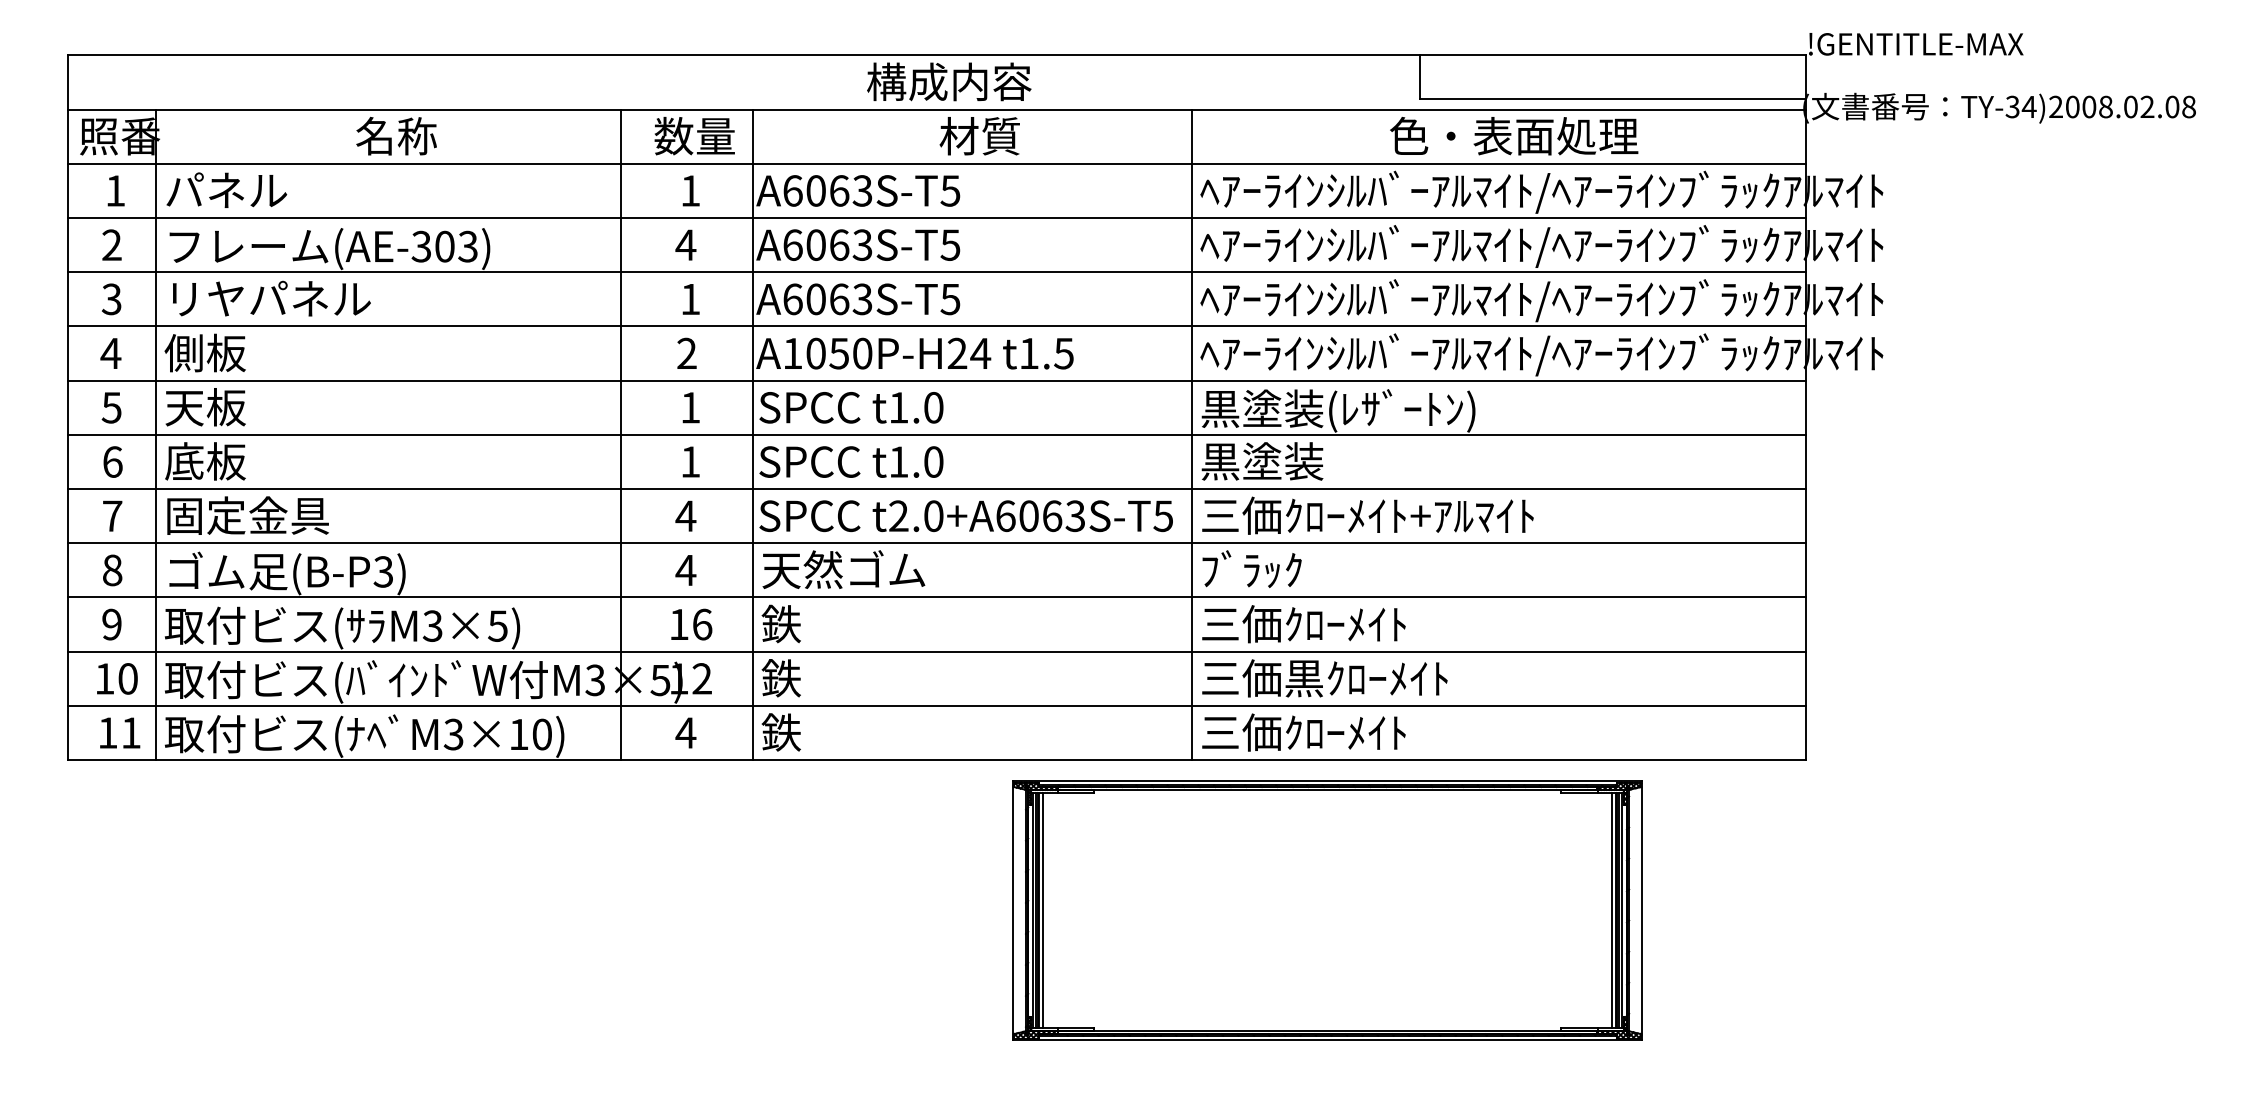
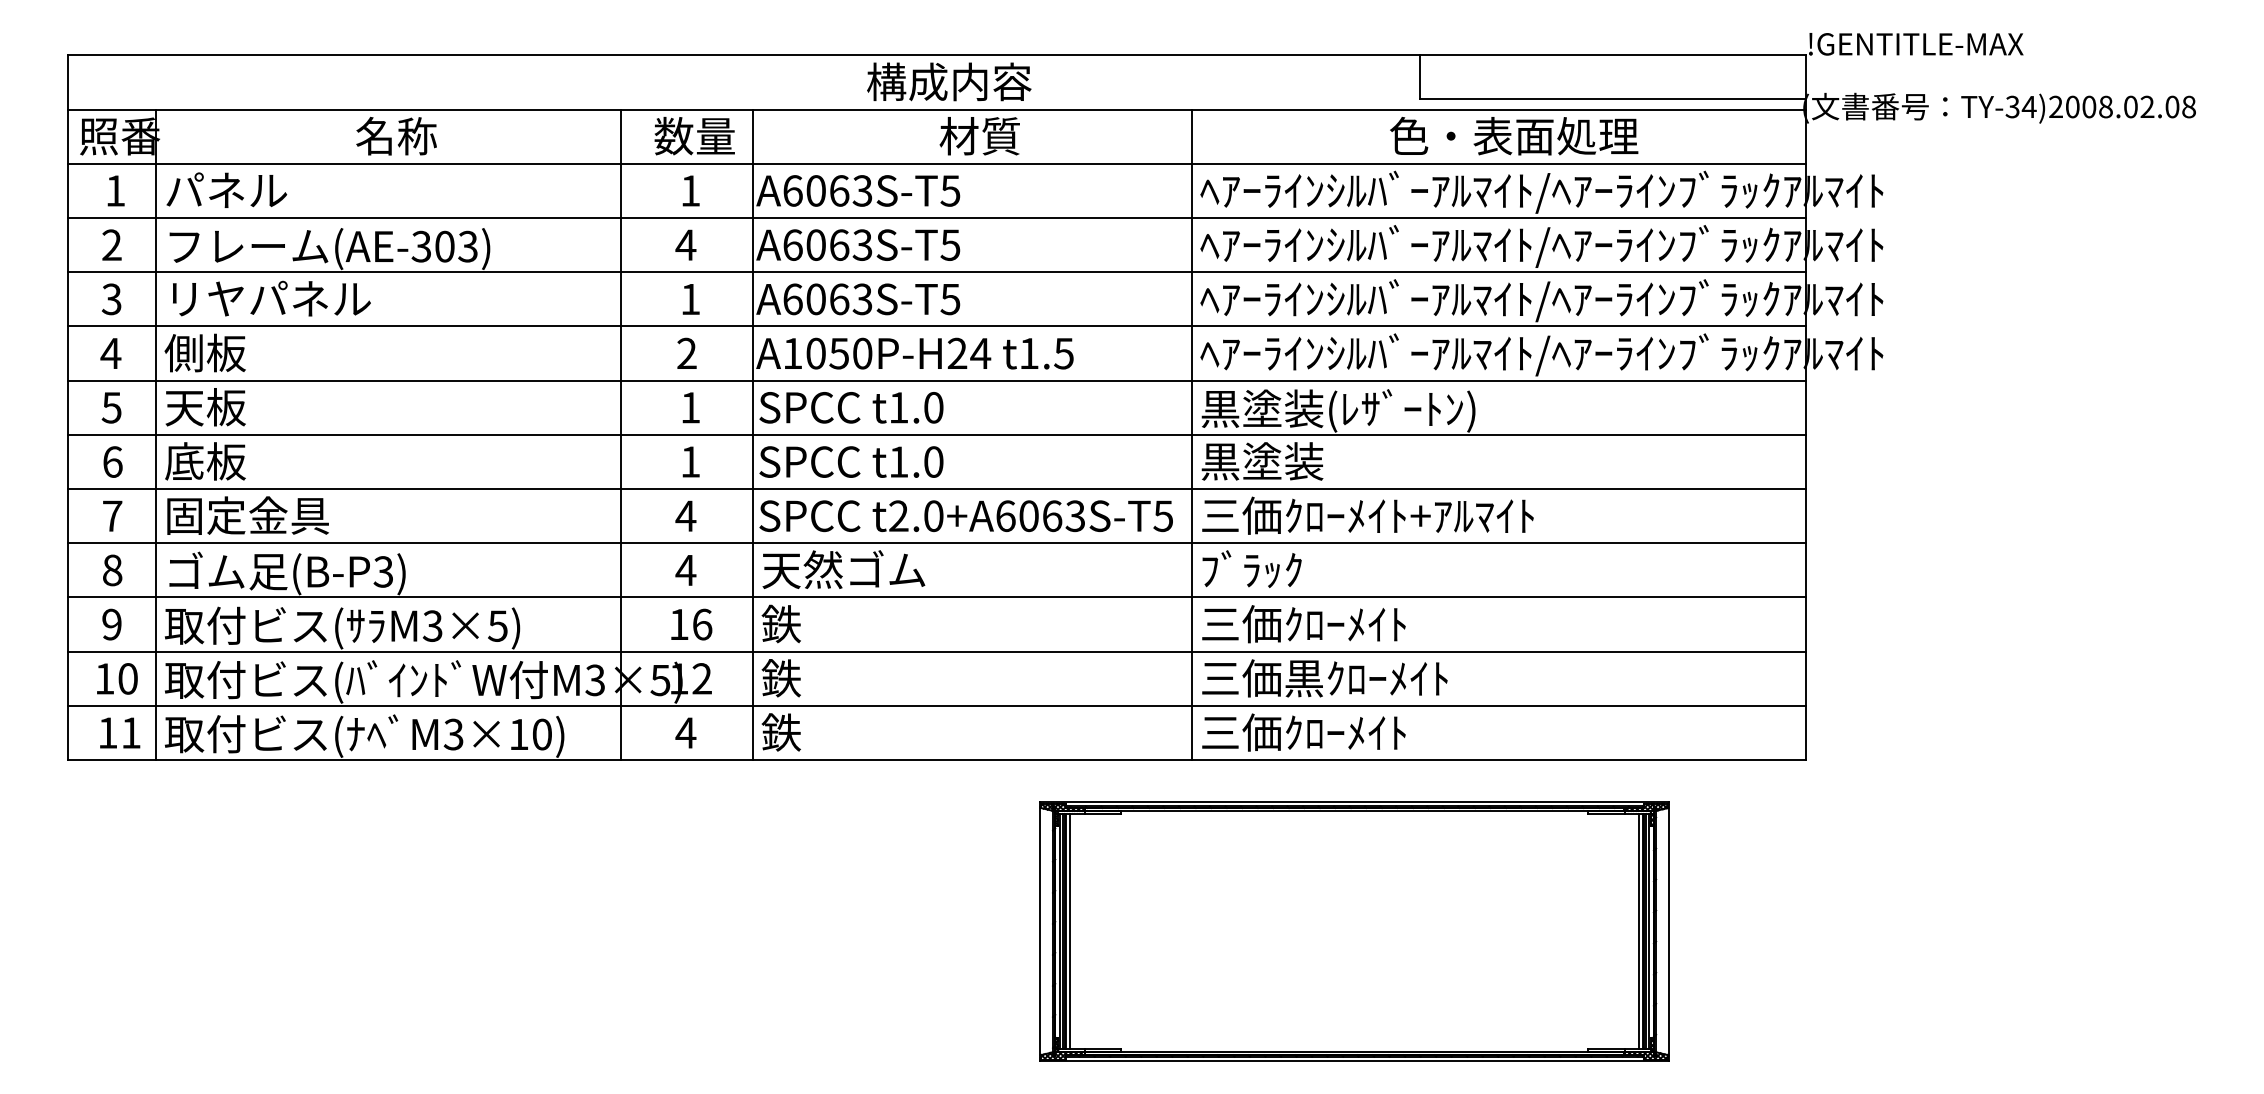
part at (1327, 910) position: (1327, 910) -> (1354, 931)
